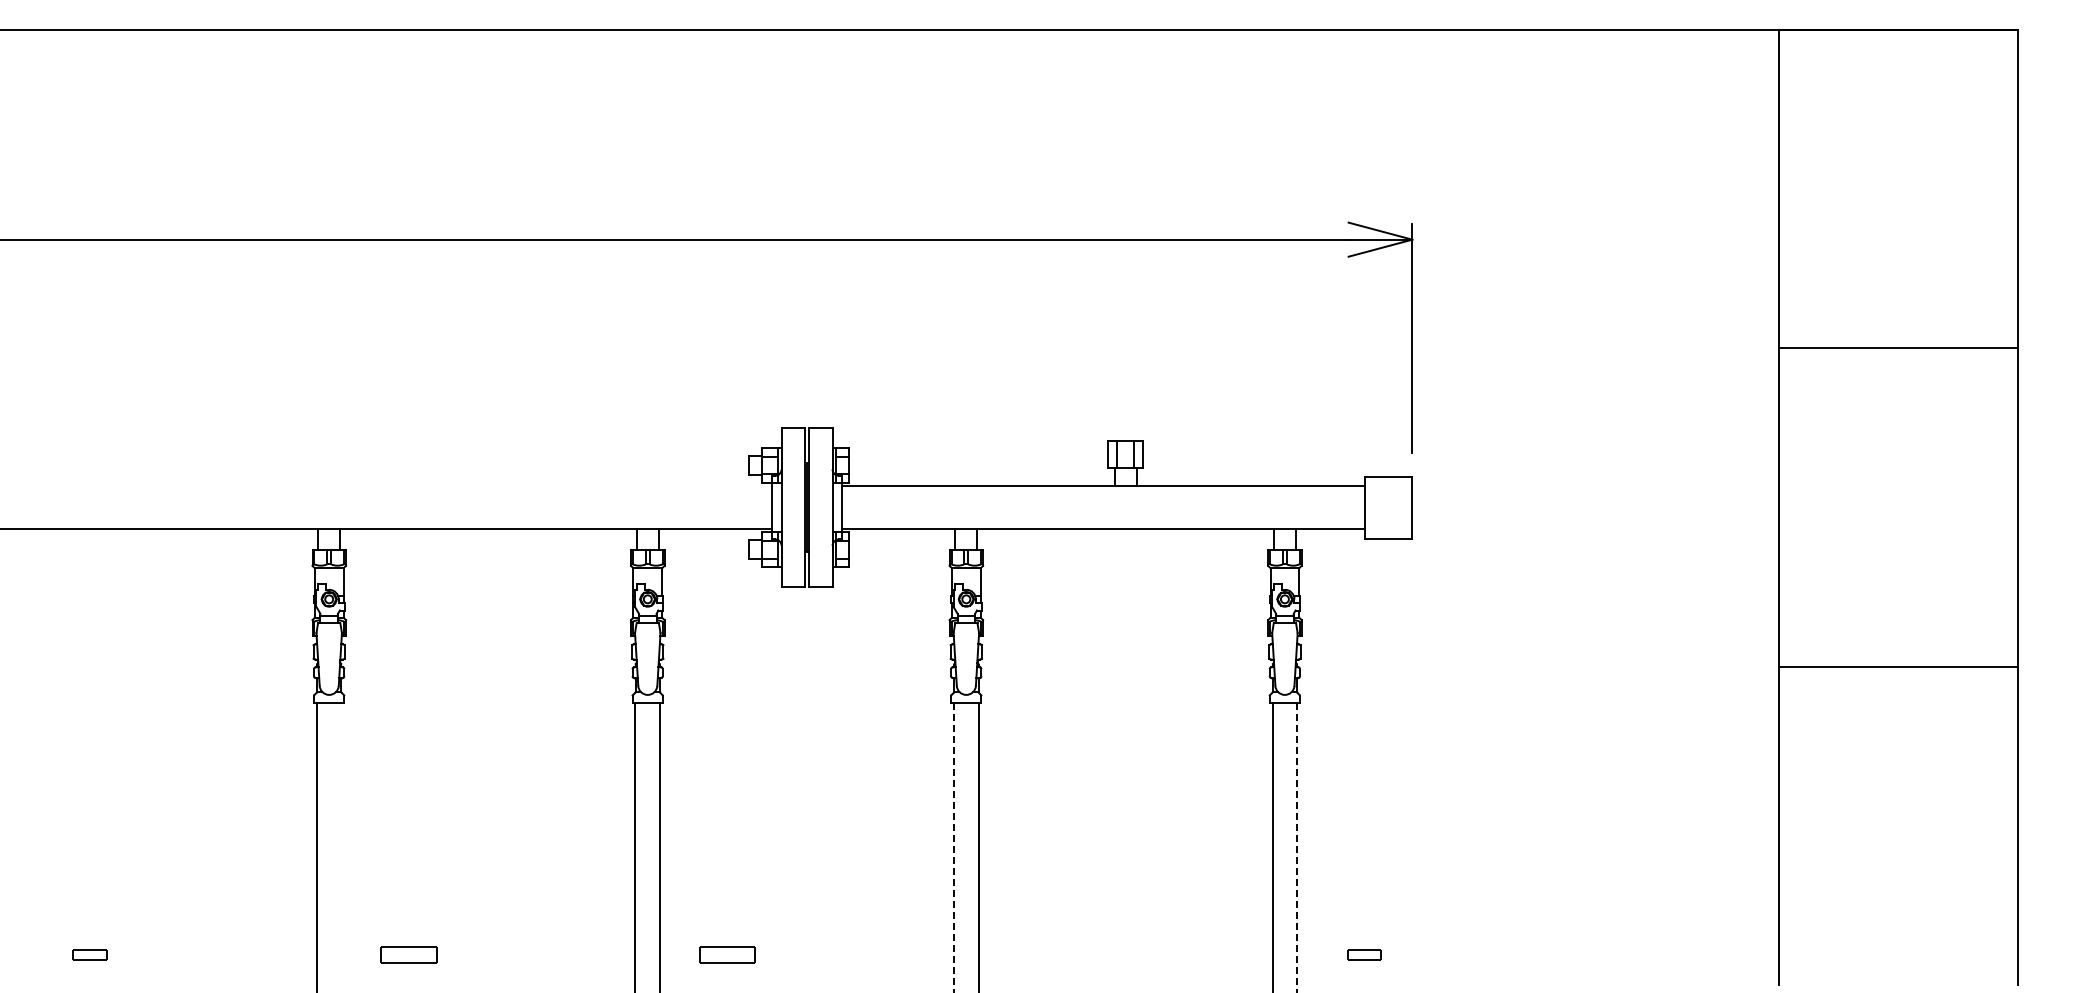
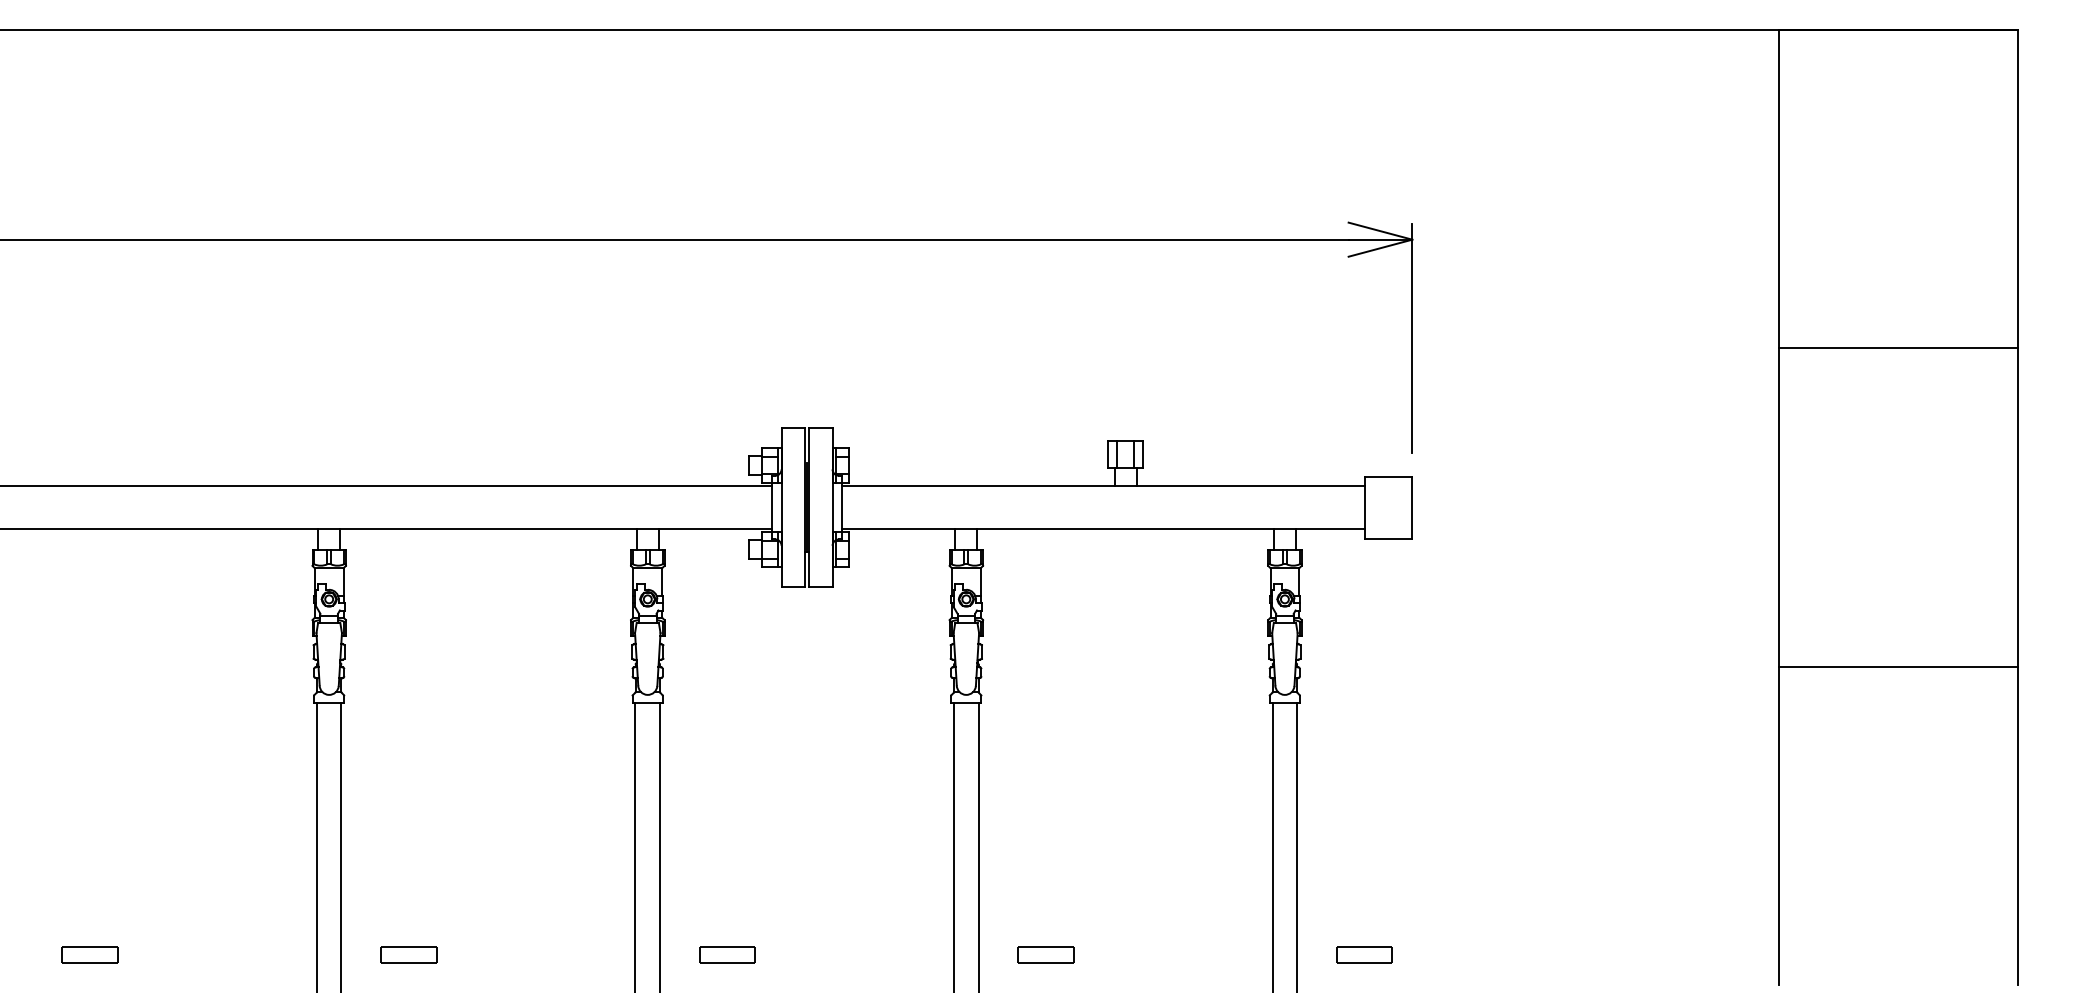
line at (387, 485): none -> present
line at (341, 845): none -> present
line at (953, 847): dashed -> solid
line at (1297, 847): dashed -> solid
part at (89, 954) size: 36x12 px -> 58x18 px
part at (1045, 954): none -> present
part at (1364, 954) size: 35x12 px -> 57x18 px
